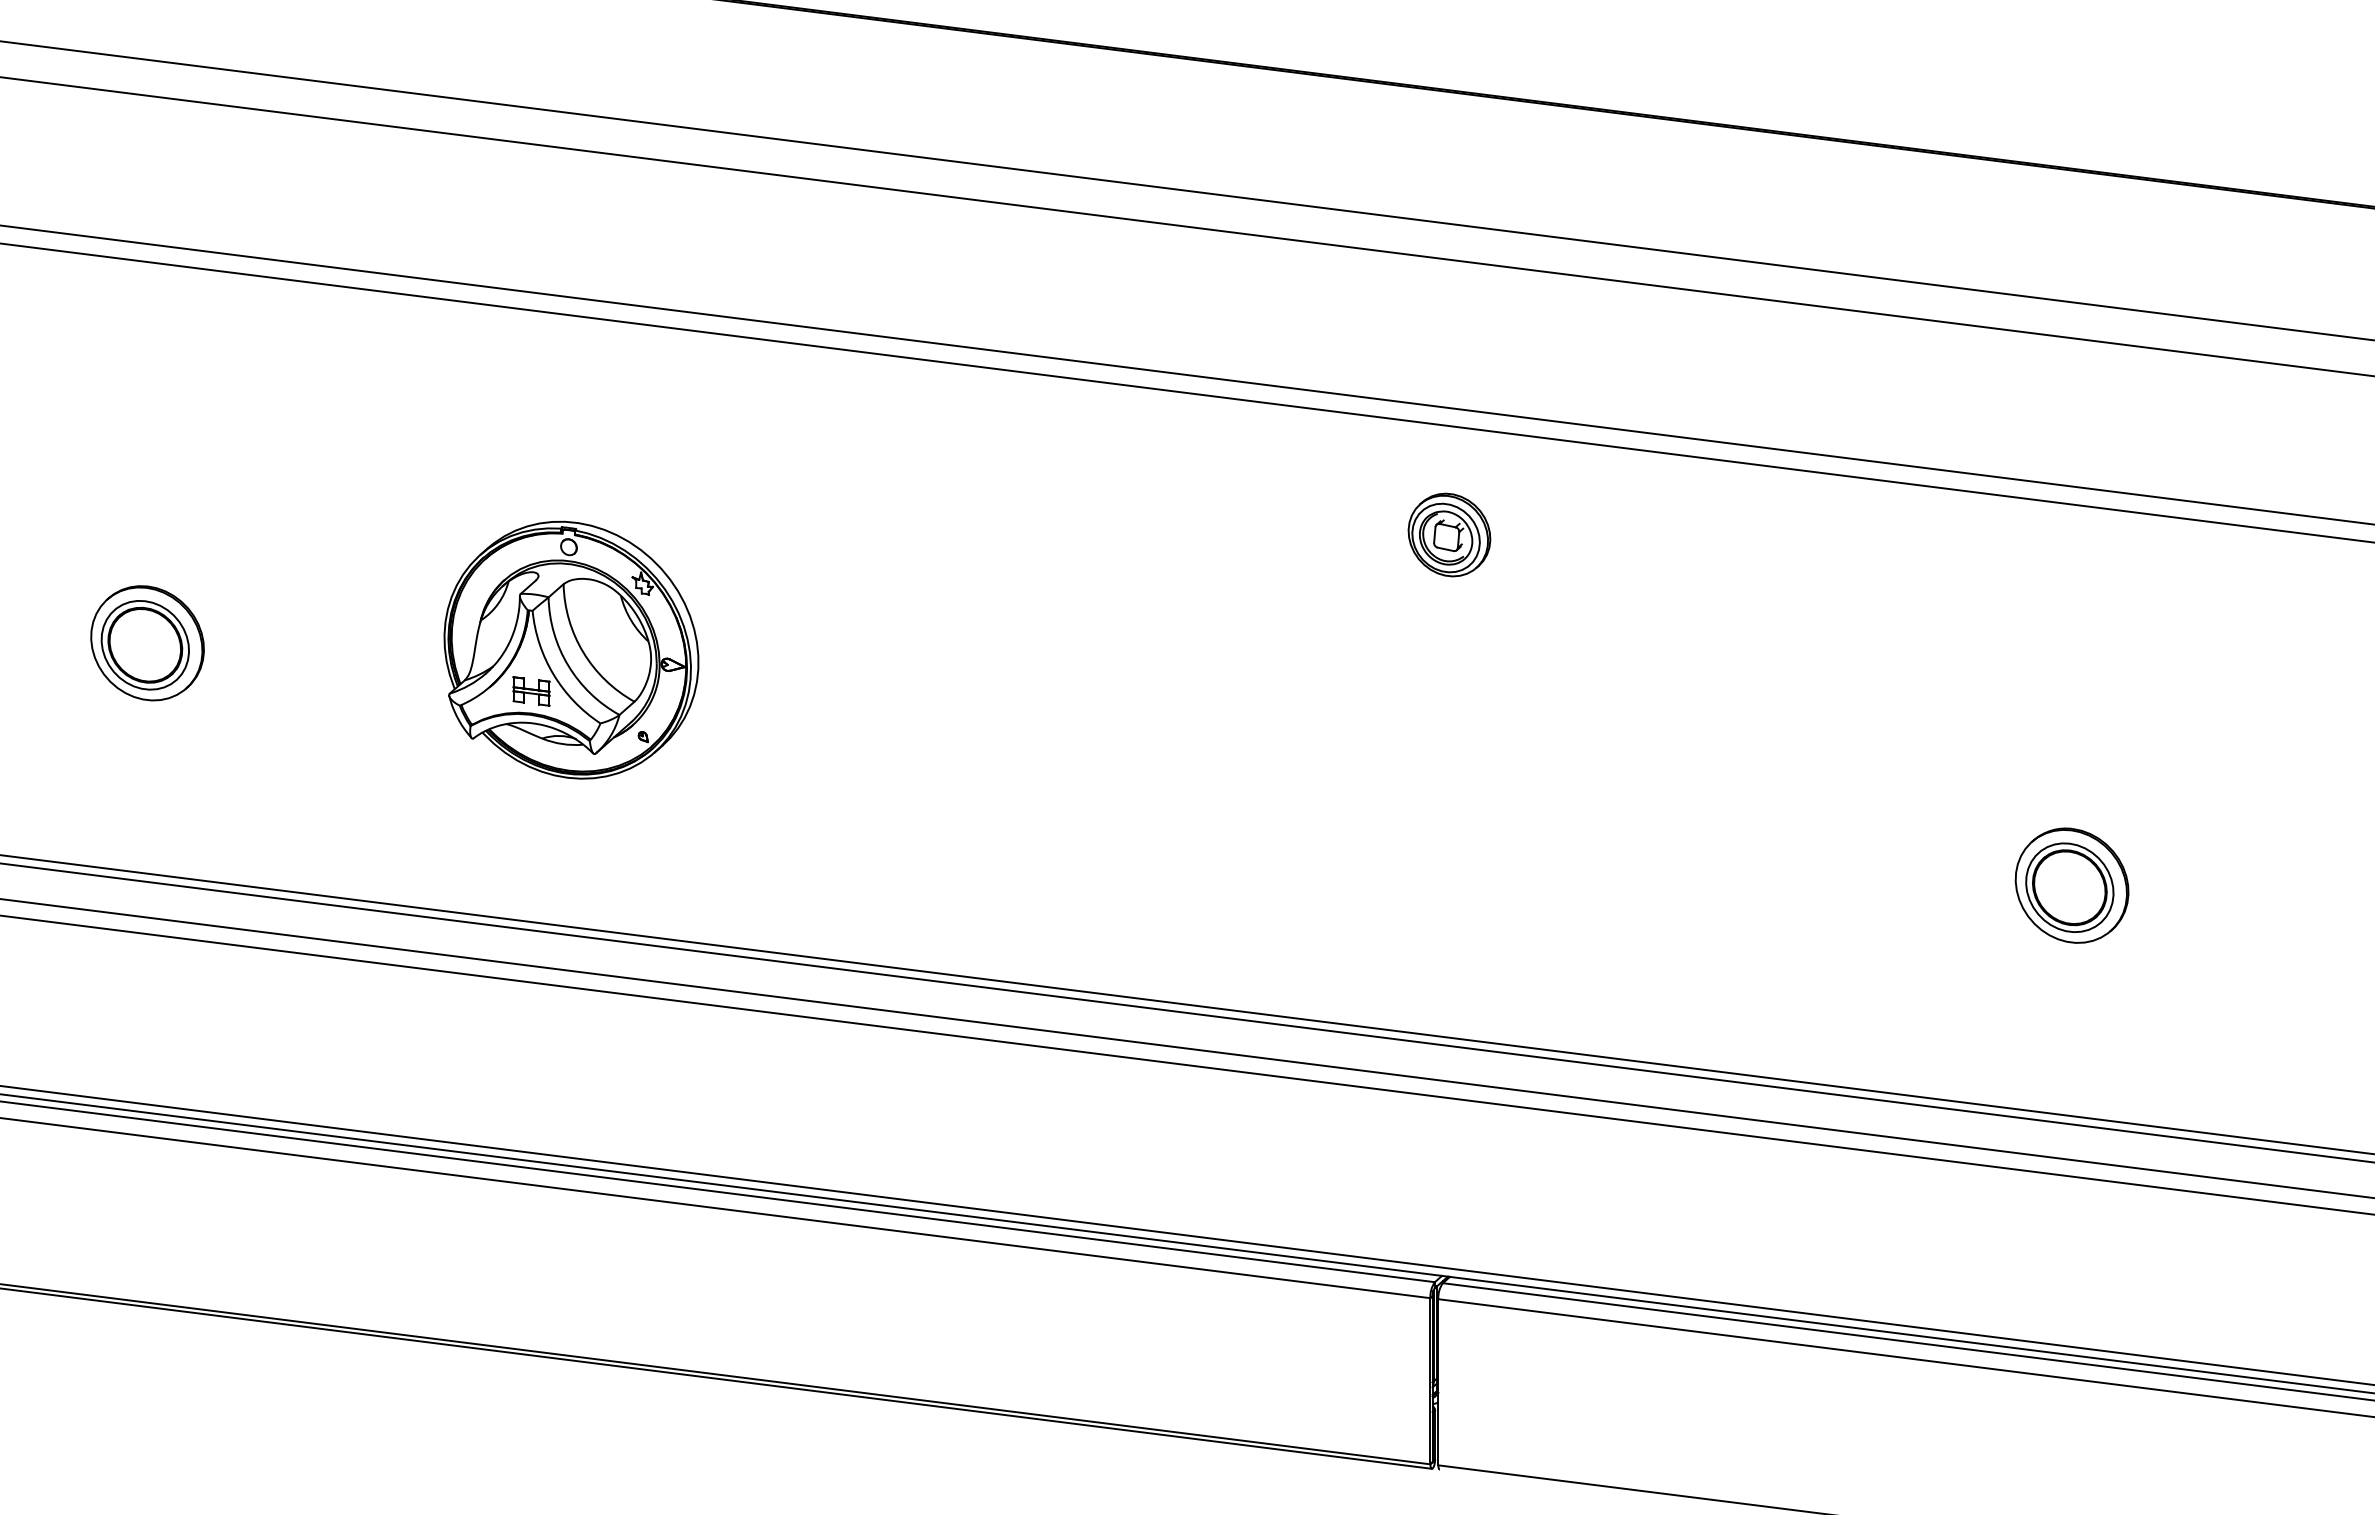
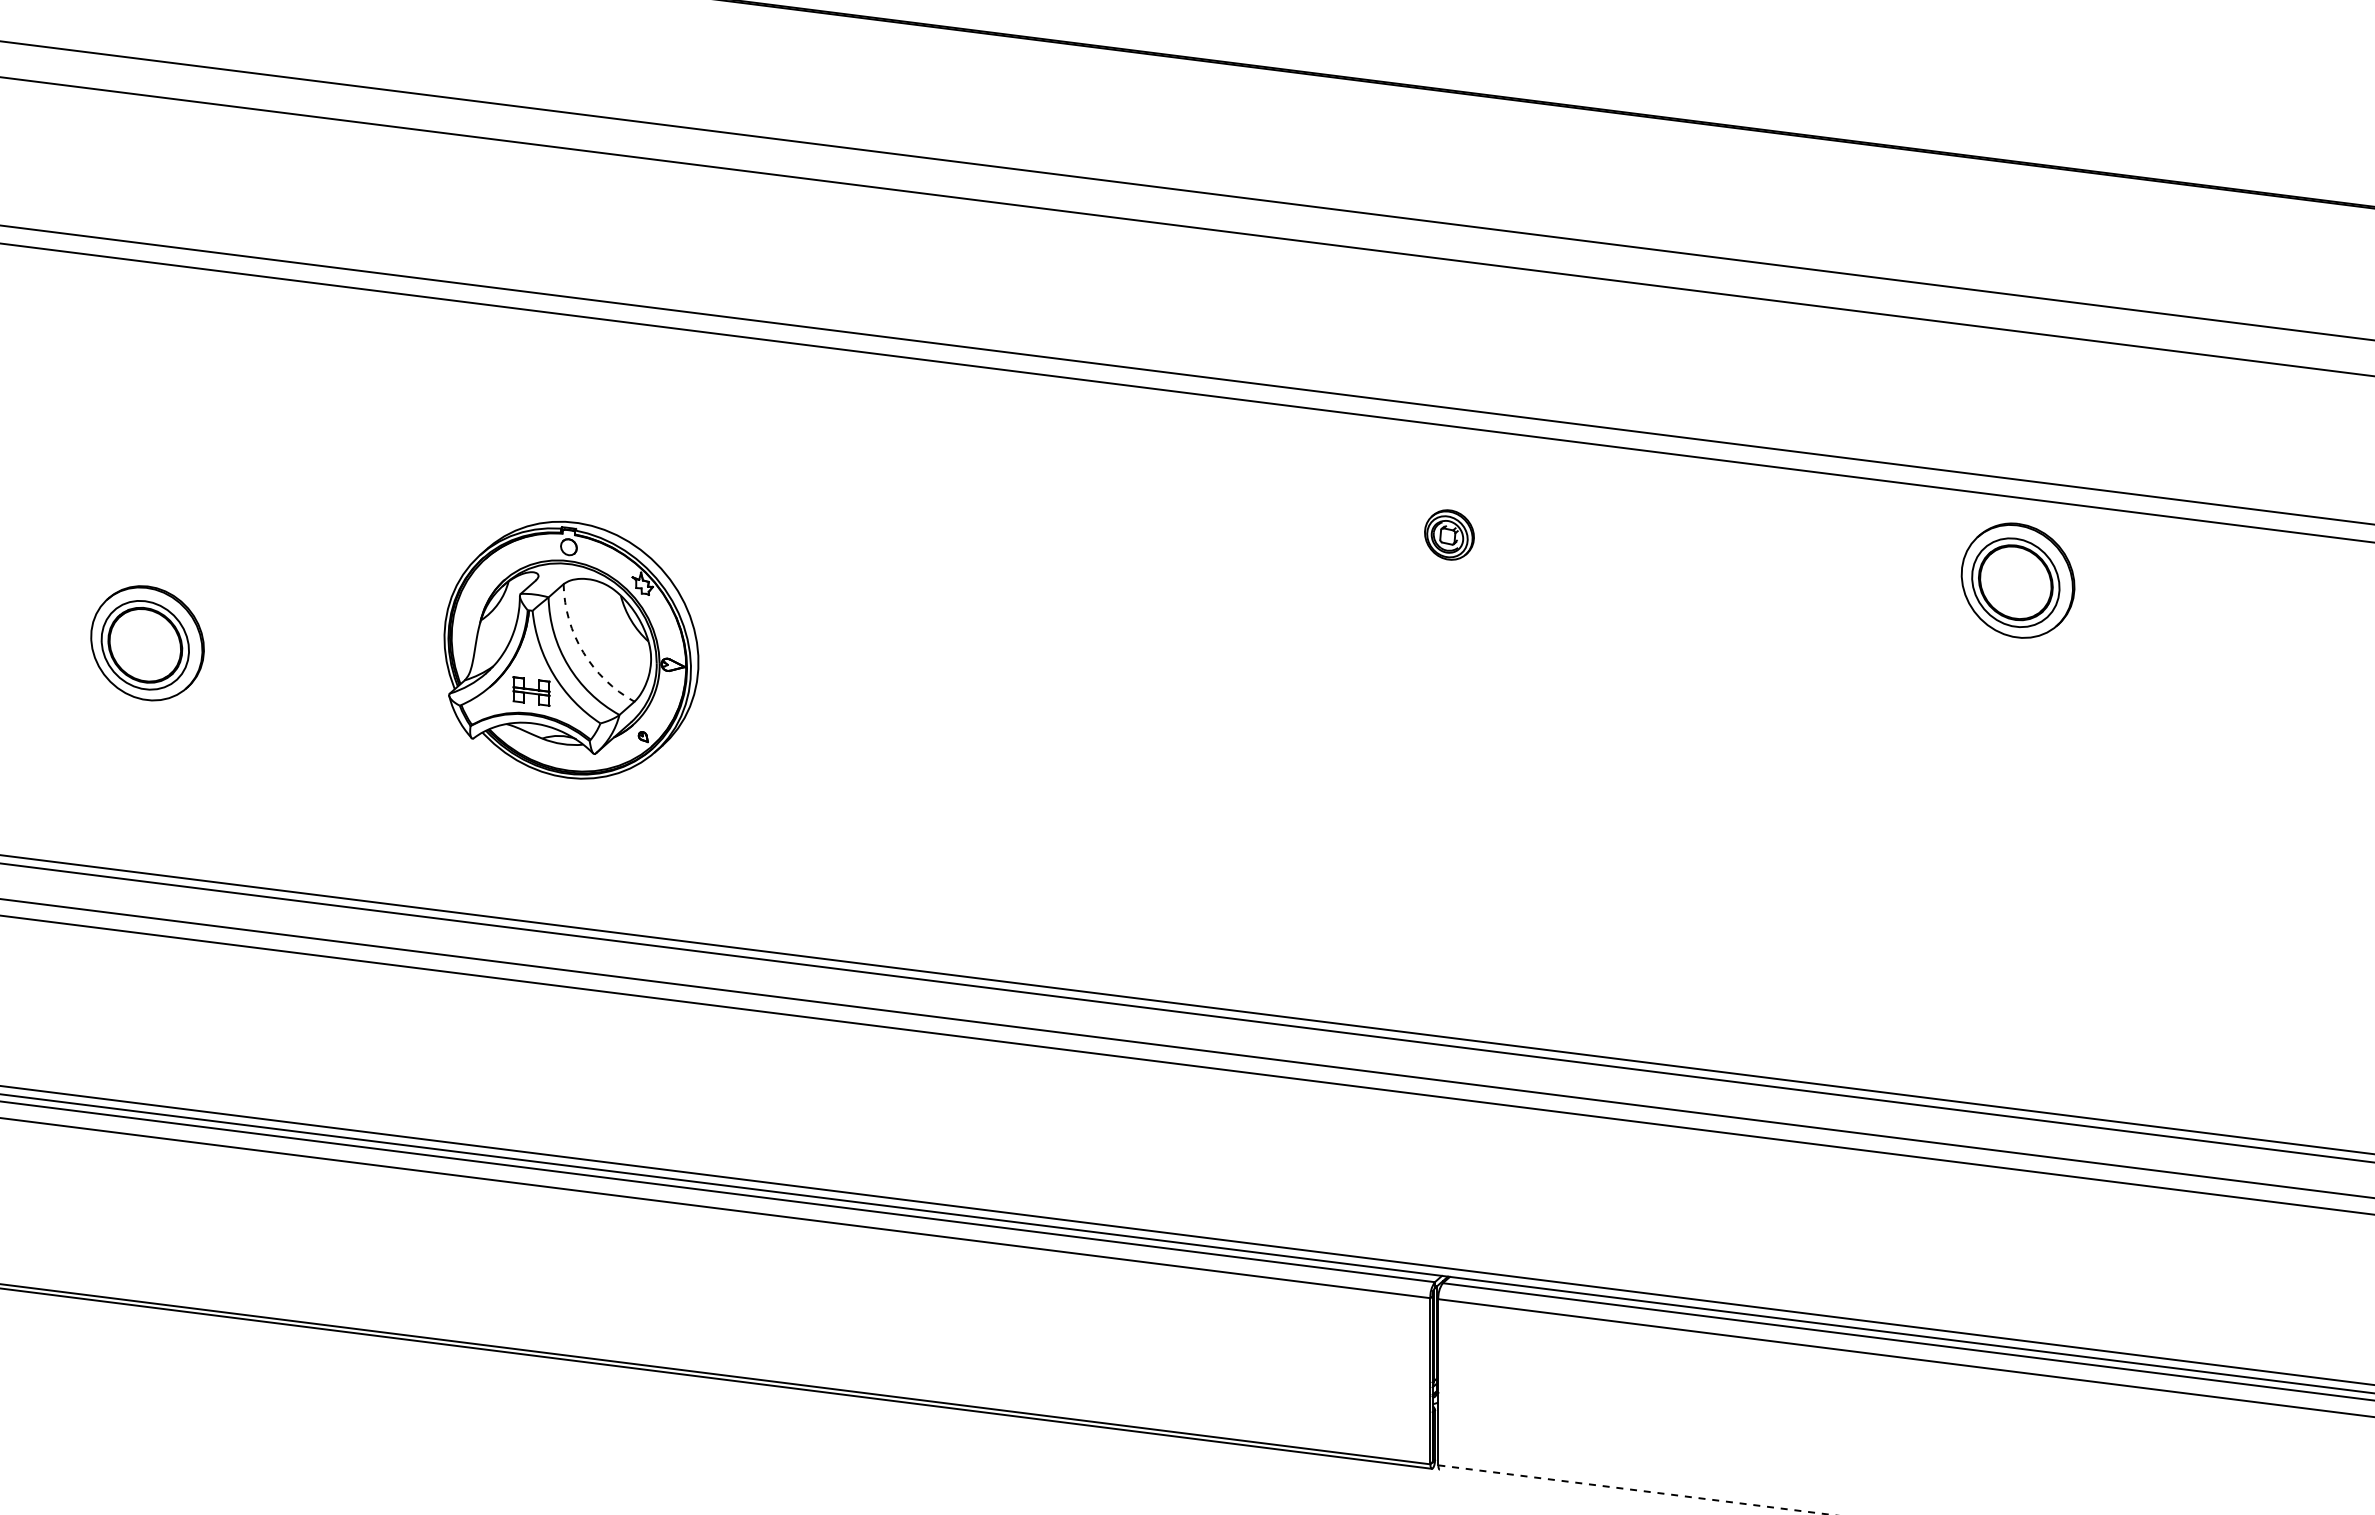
part at (1449, 534) size: 85x86 px -> 51x52 px
arc at (583, 652): solid -> dashed
part at (2071, 885) position: (2071, 885) -> (2017, 580)
line at (1635, 1490): solid -> dashed
